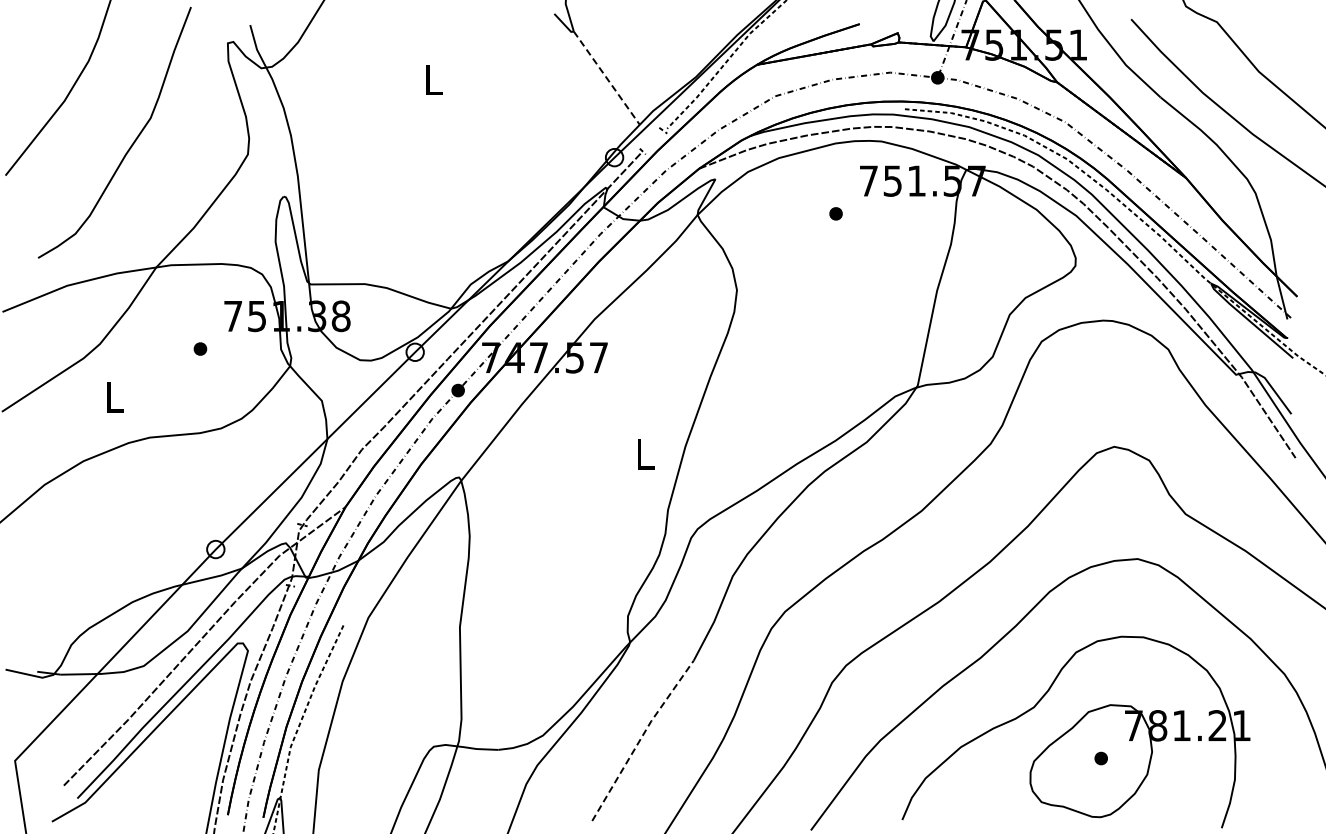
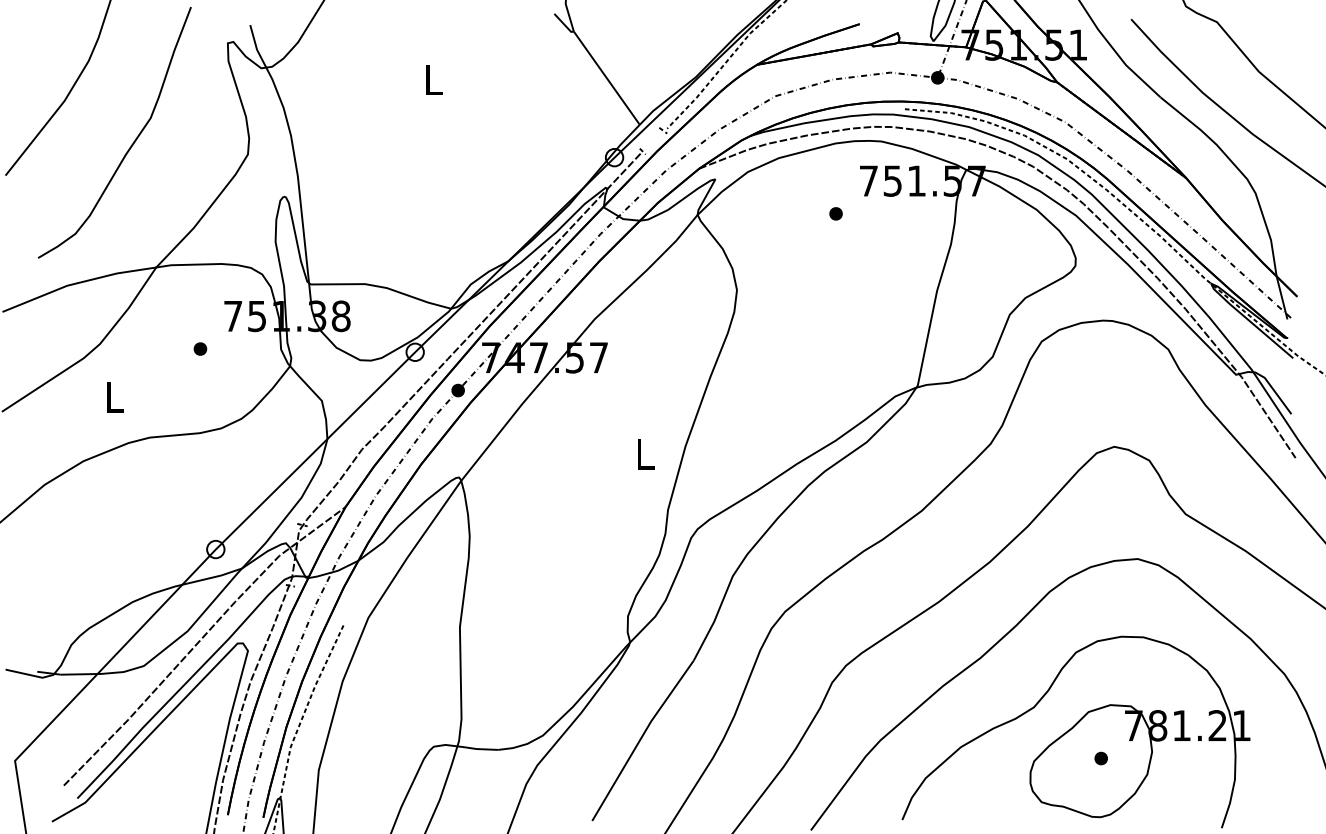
line at (607, 78): dashed -> solid
line at (640, 739): dashed -> solid
